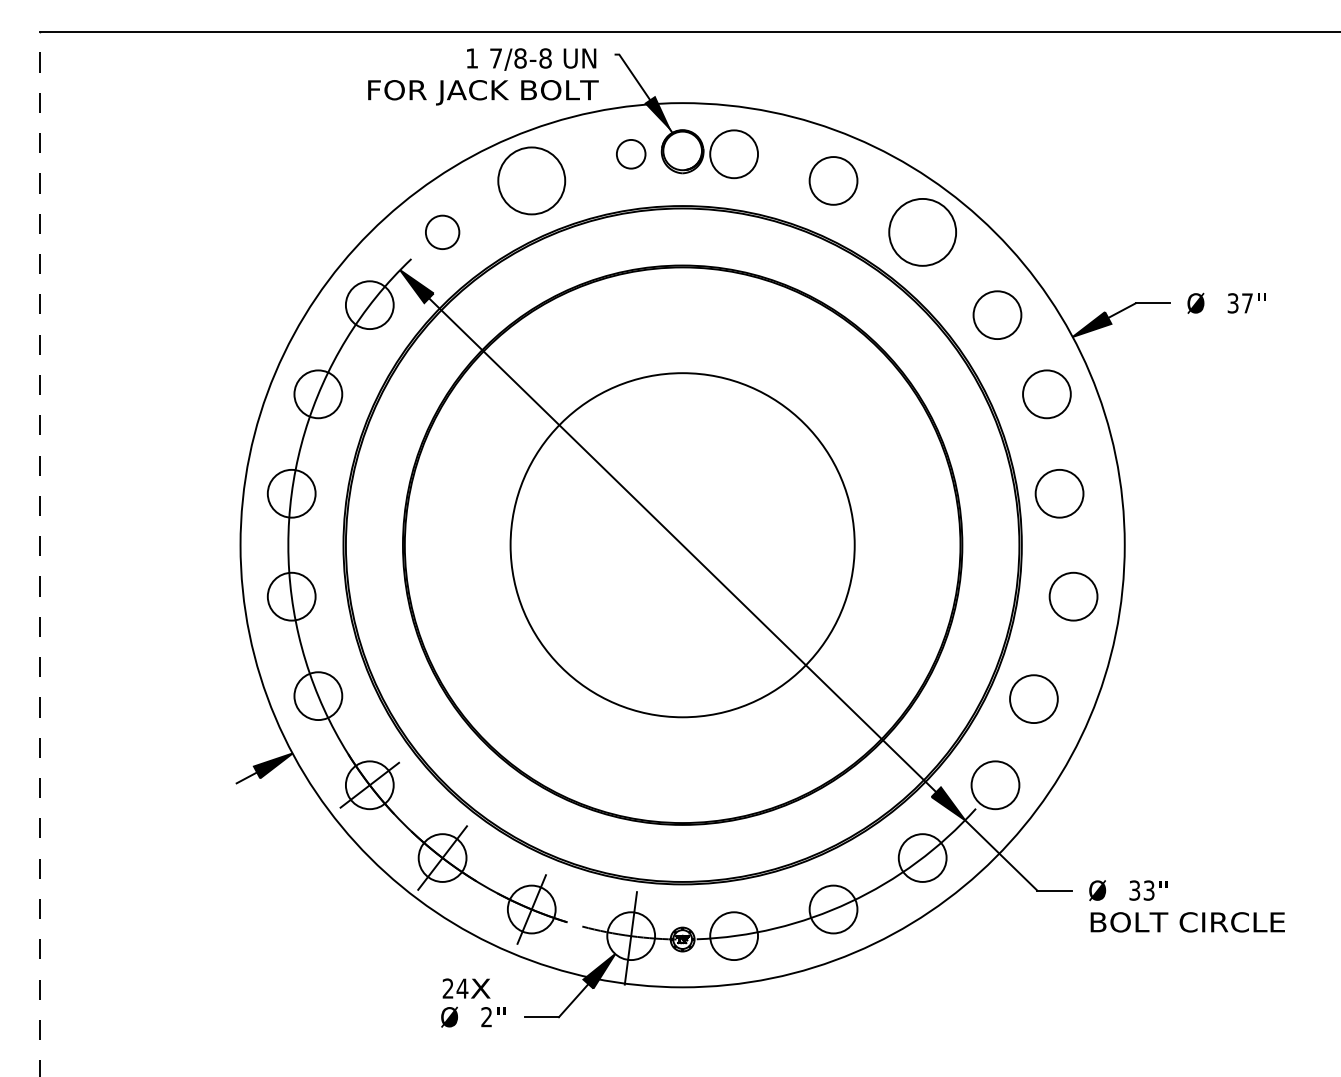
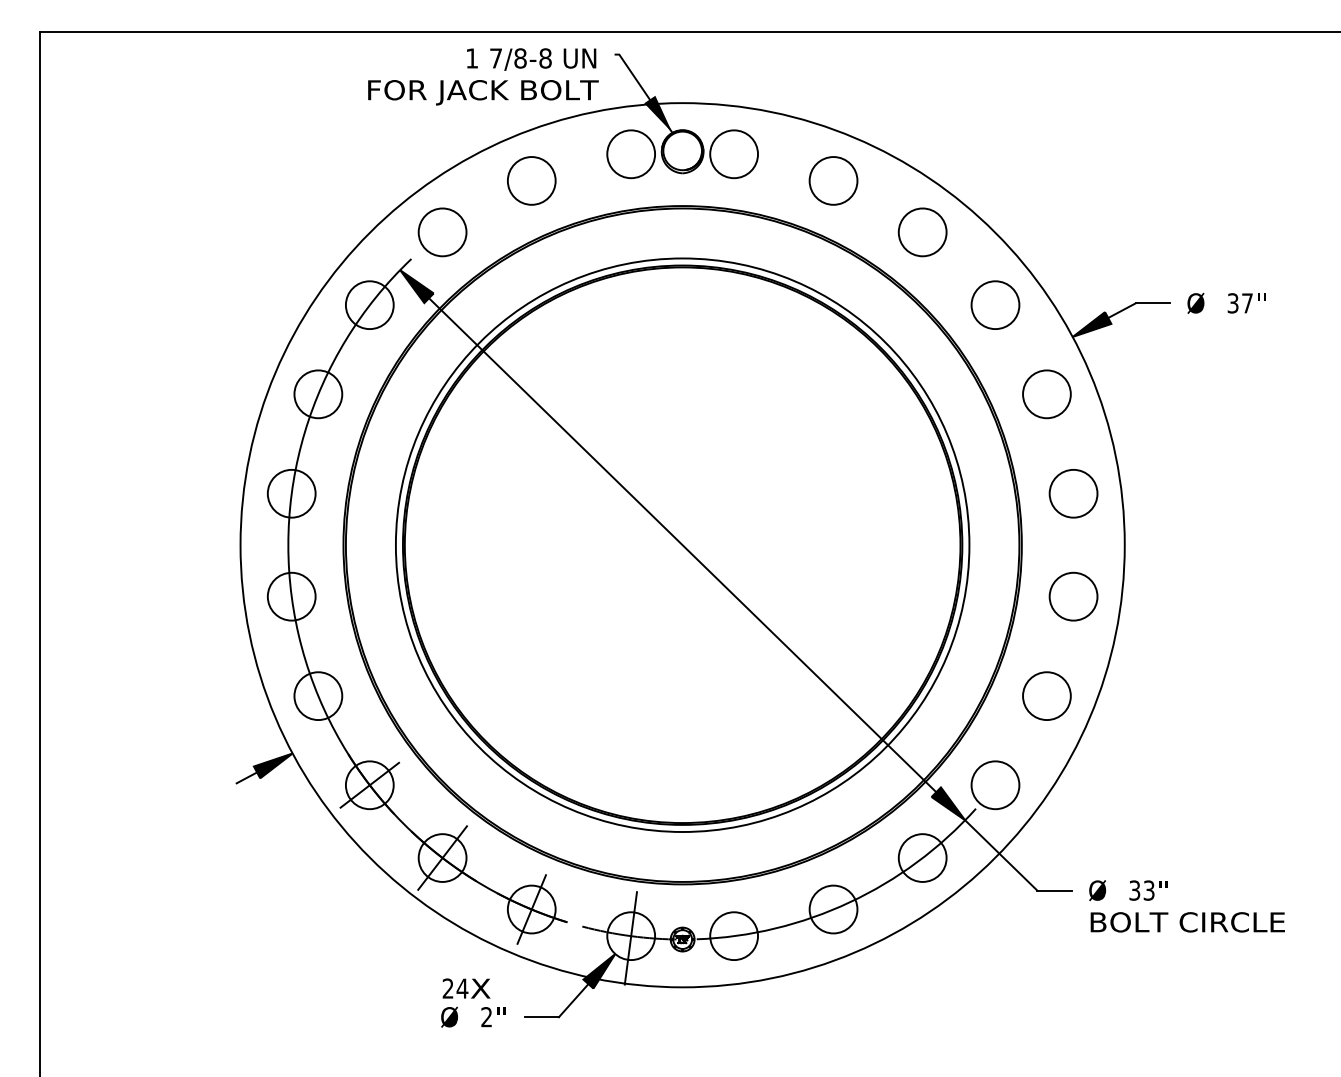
circle at (630, 153) diameter: 29 px -> 48 px
circle at (531, 180) diameter: 67 px -> 48 px
circle at (922, 231) diameter: 67 px -> 48 px
circle at (442, 232) diameter: 33 px -> 48 px
circle at (997, 314) position: (997, 314) -> (995, 304)
circle at (1059, 493) position: (1059, 493) -> (1073, 493)
circle at (682, 545) diameter: 344 px -> 574 px
line at (40, 554): dashed -> solid
circle at (1033, 698) position: (1033, 698) -> (1046, 695)
